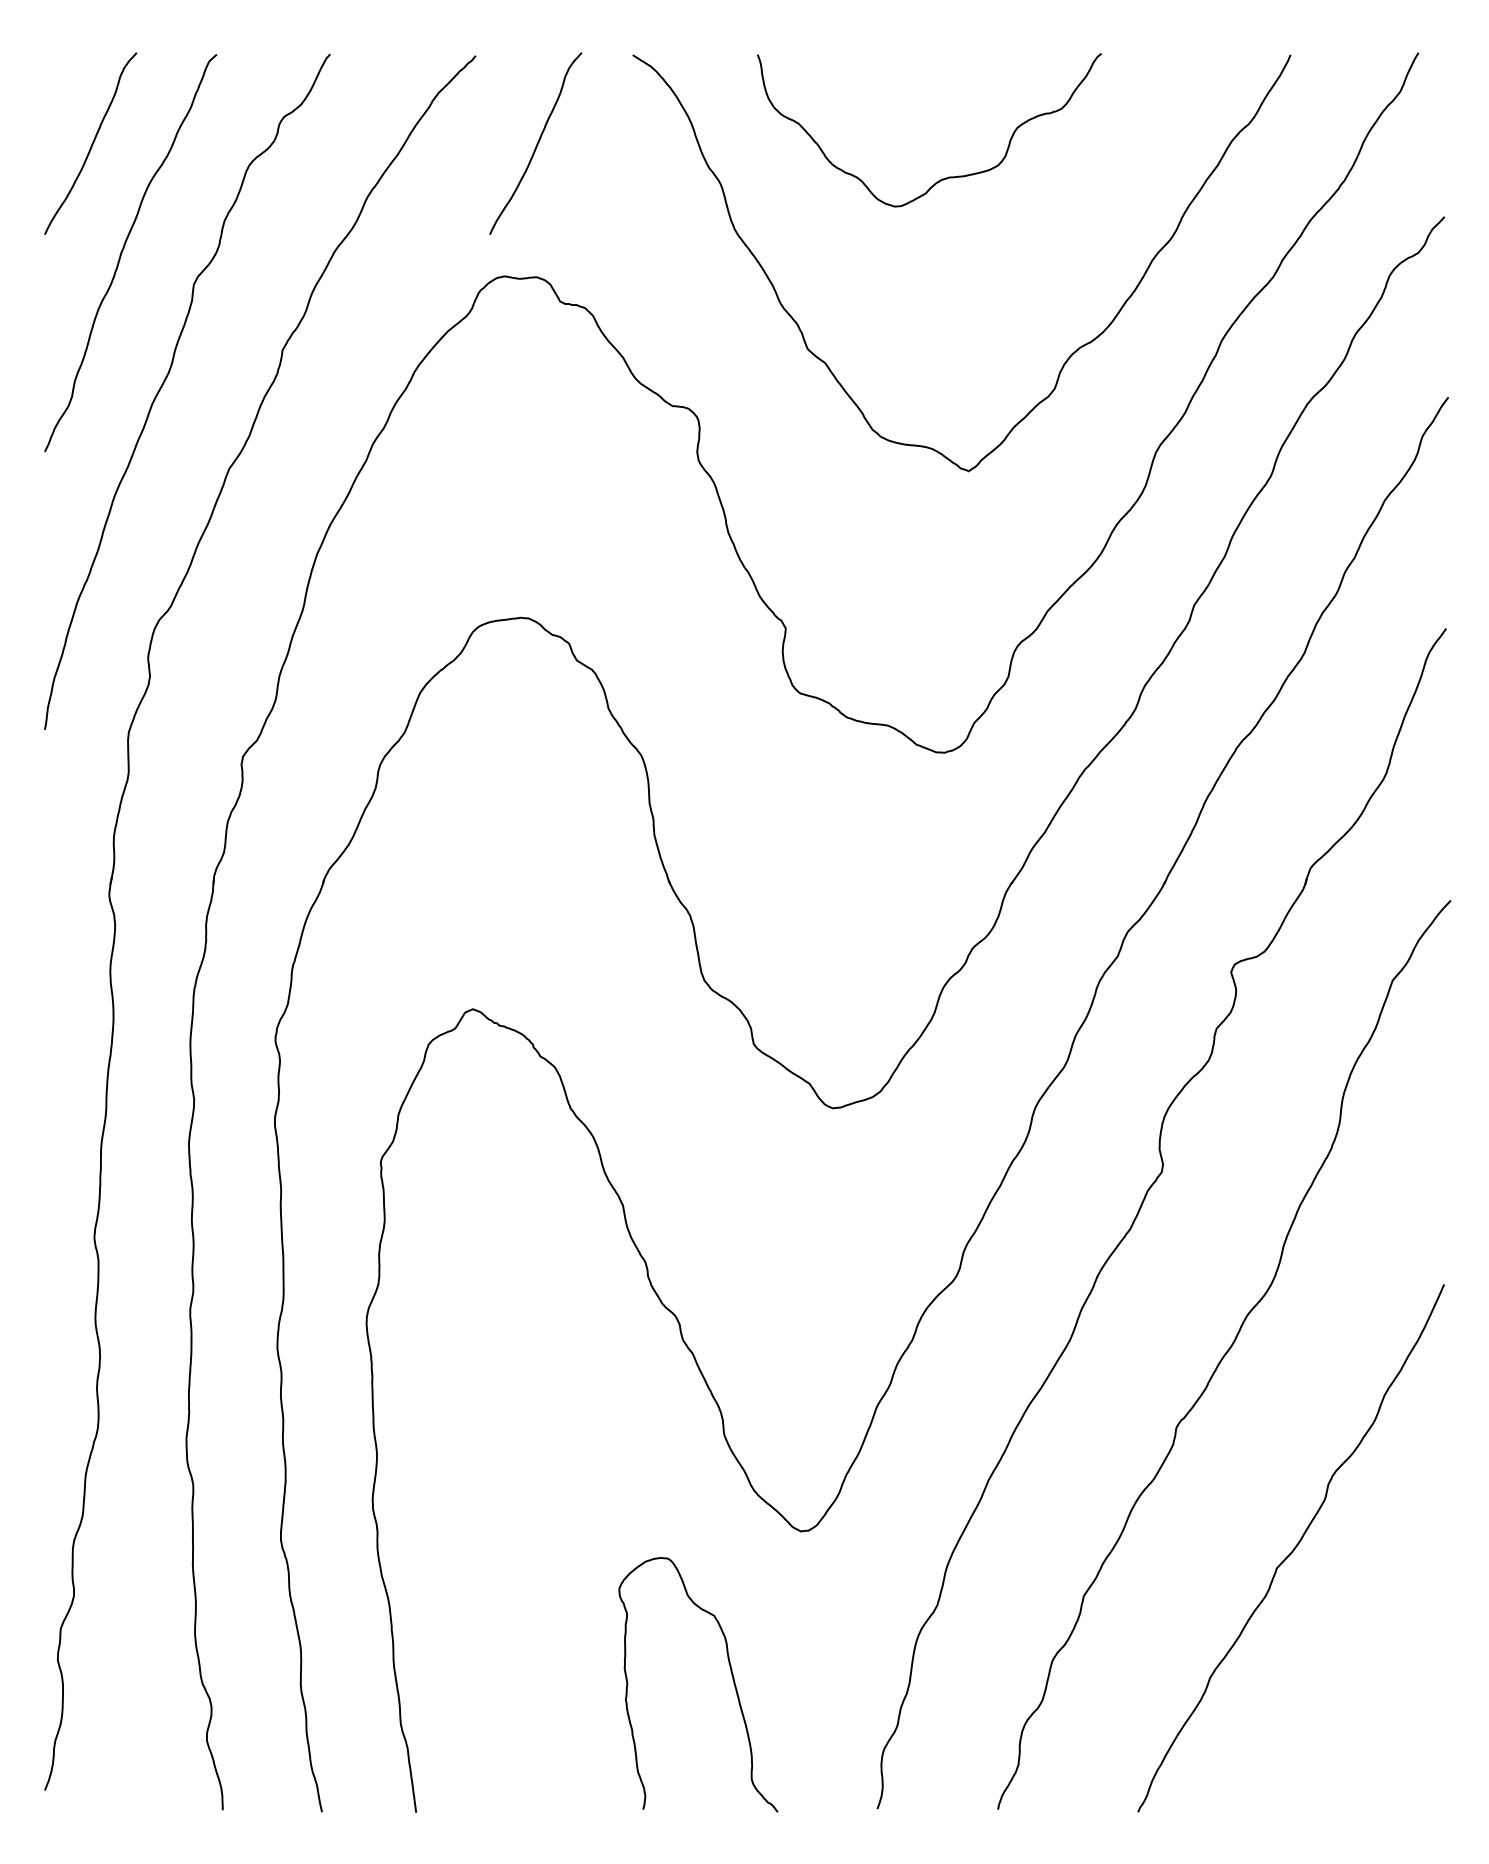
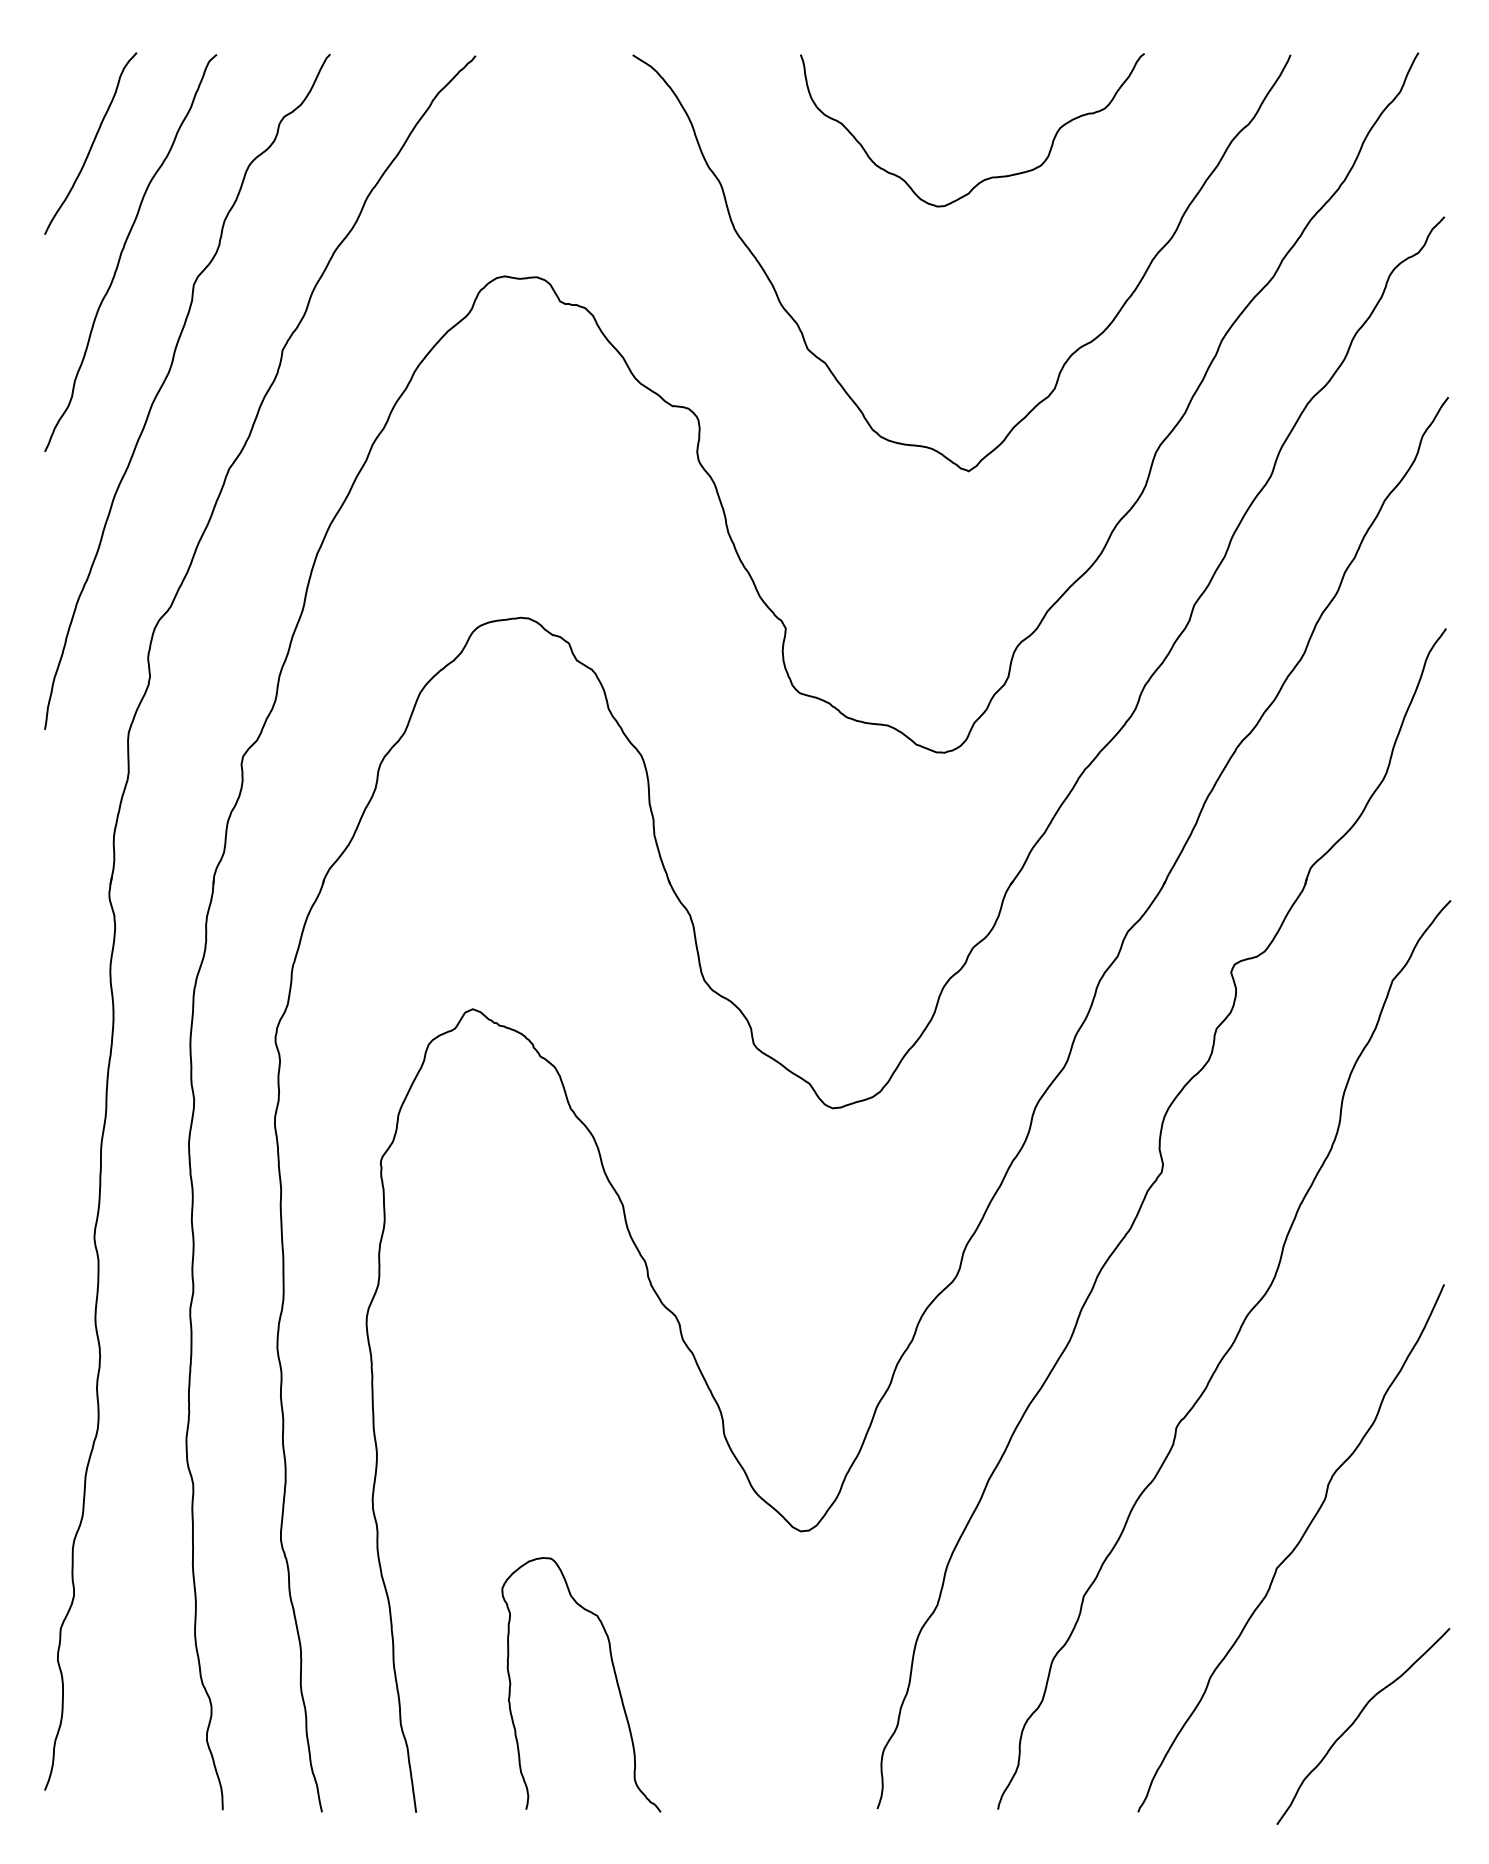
curve at (536, 143): present -> none
curve at (945, 177) position: (945, 177) -> (988, 177)
curve at (731, 1675) position: (731, 1675) -> (614, 1675)
curve at (1357, 1719): none -> present
